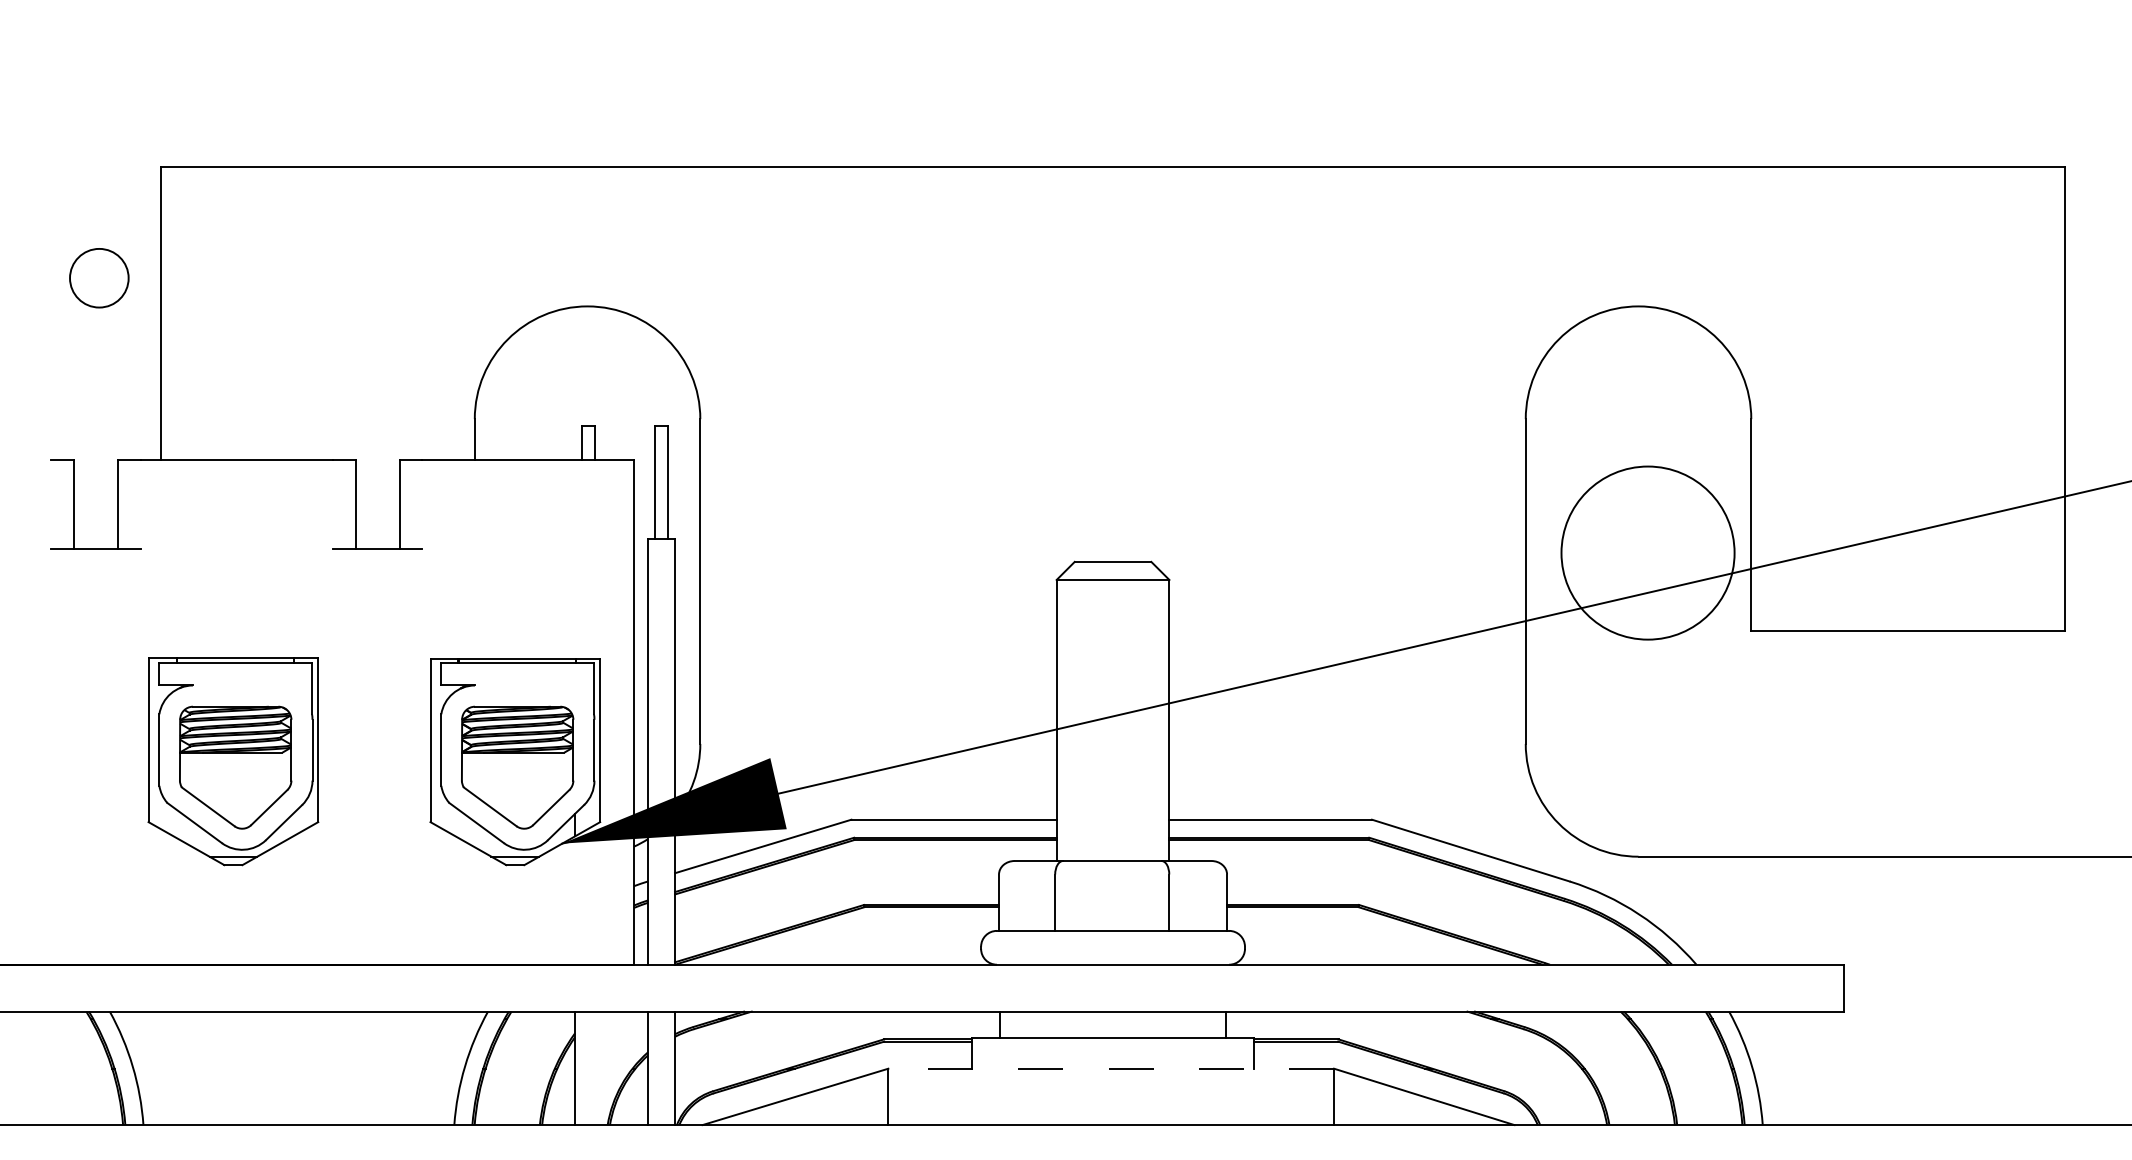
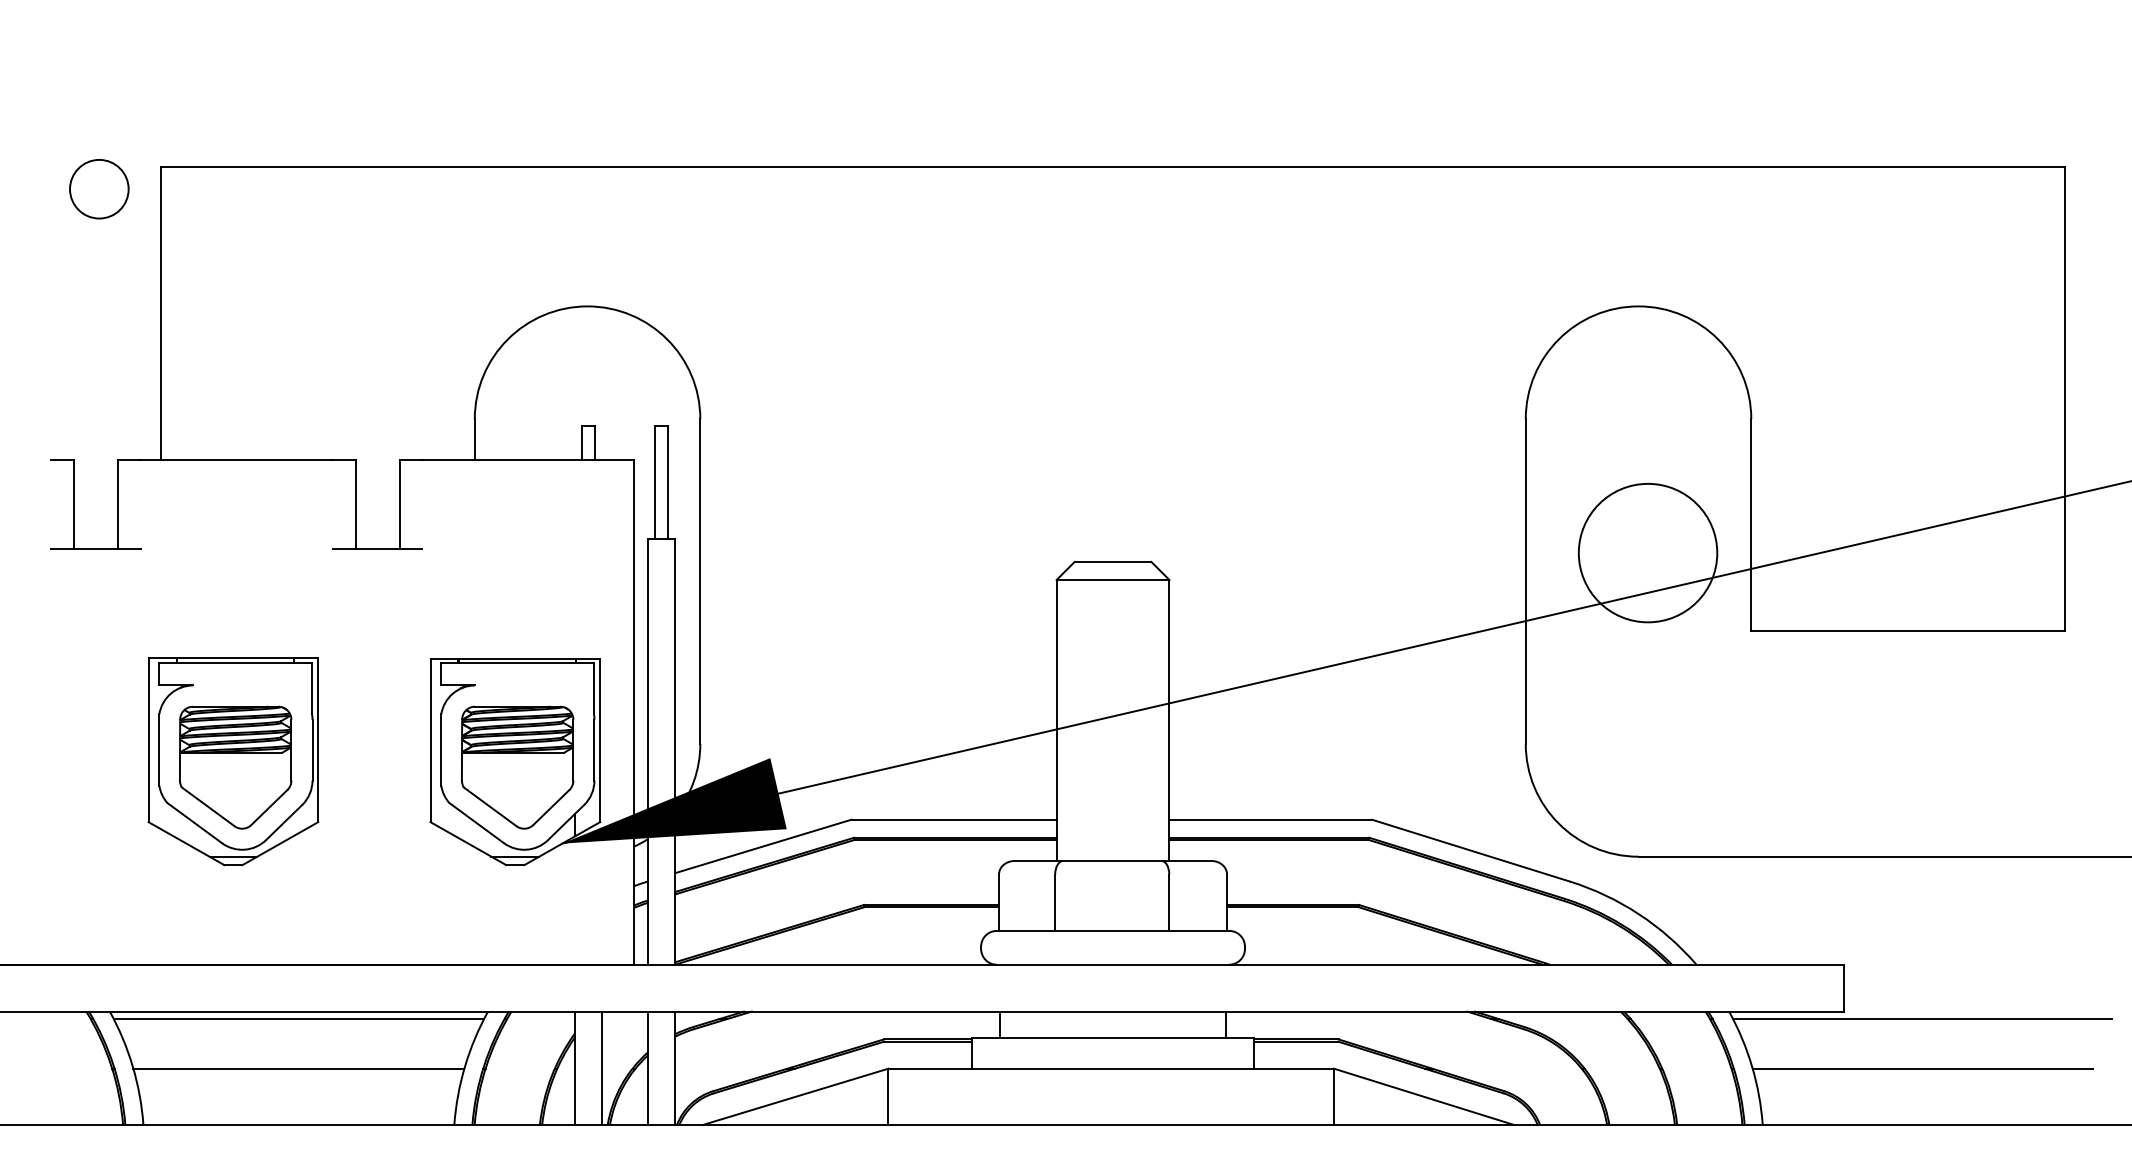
circle at (99, 278) position: (99, 278) -> (99, 189)
circle at (1647, 552) diameter: 173 px -> 138 px
line at (298, 1019): none -> present
line at (1922, 1019): none -> present
line at (298, 1068): none -> present
line at (602, 1068): none -> present
line at (1111, 1068): dashed -> solid
line at (1922, 1068): none -> present
